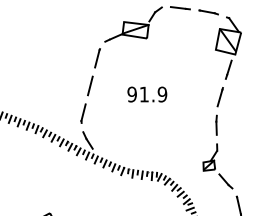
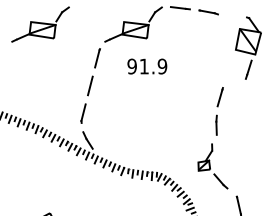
part at (40, 24): none -> present
part at (228, 47) position: (228, 47) -> (248, 47)
text at (147, 94) position: (147, 94) -> (147, 66)
part at (217, 166) position: (217, 166) -> (212, 166)
